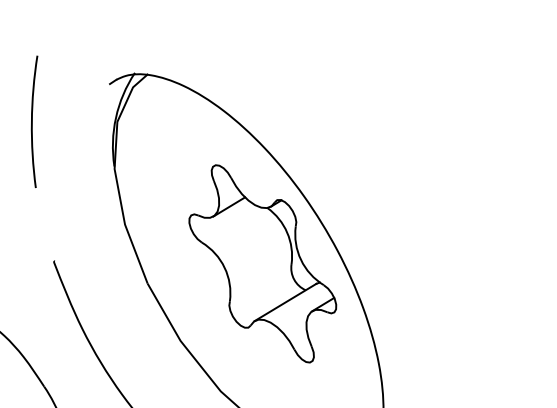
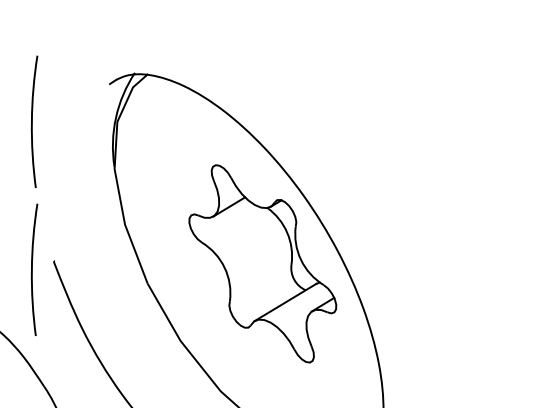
arc at (32, 269): none -> present
